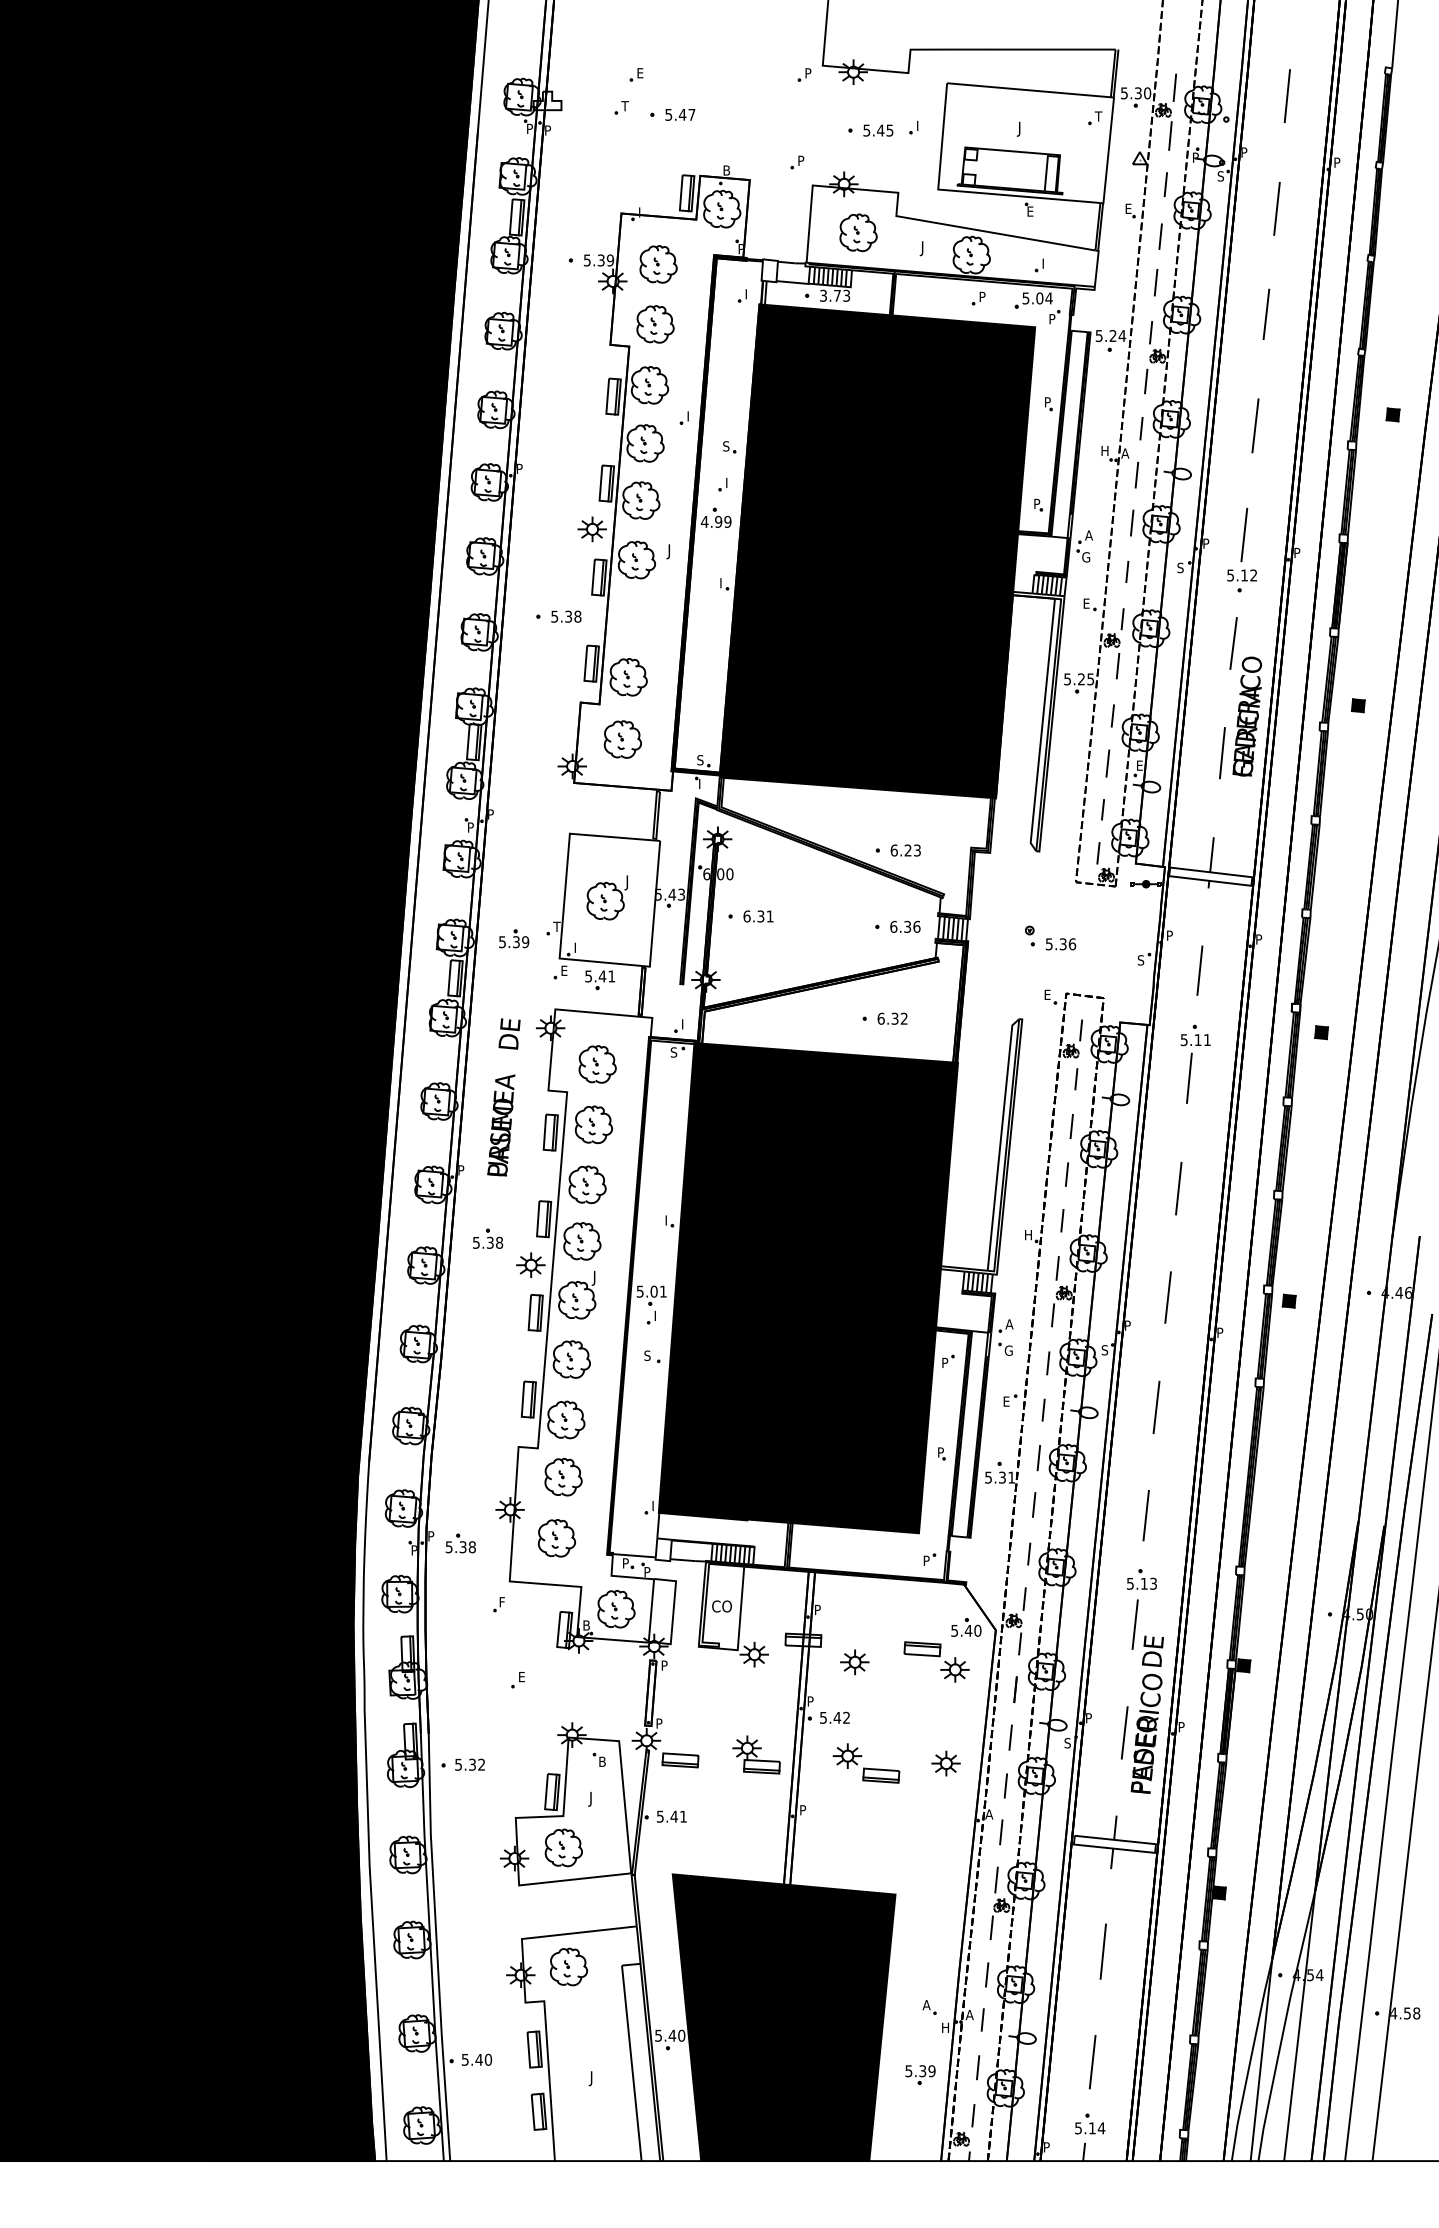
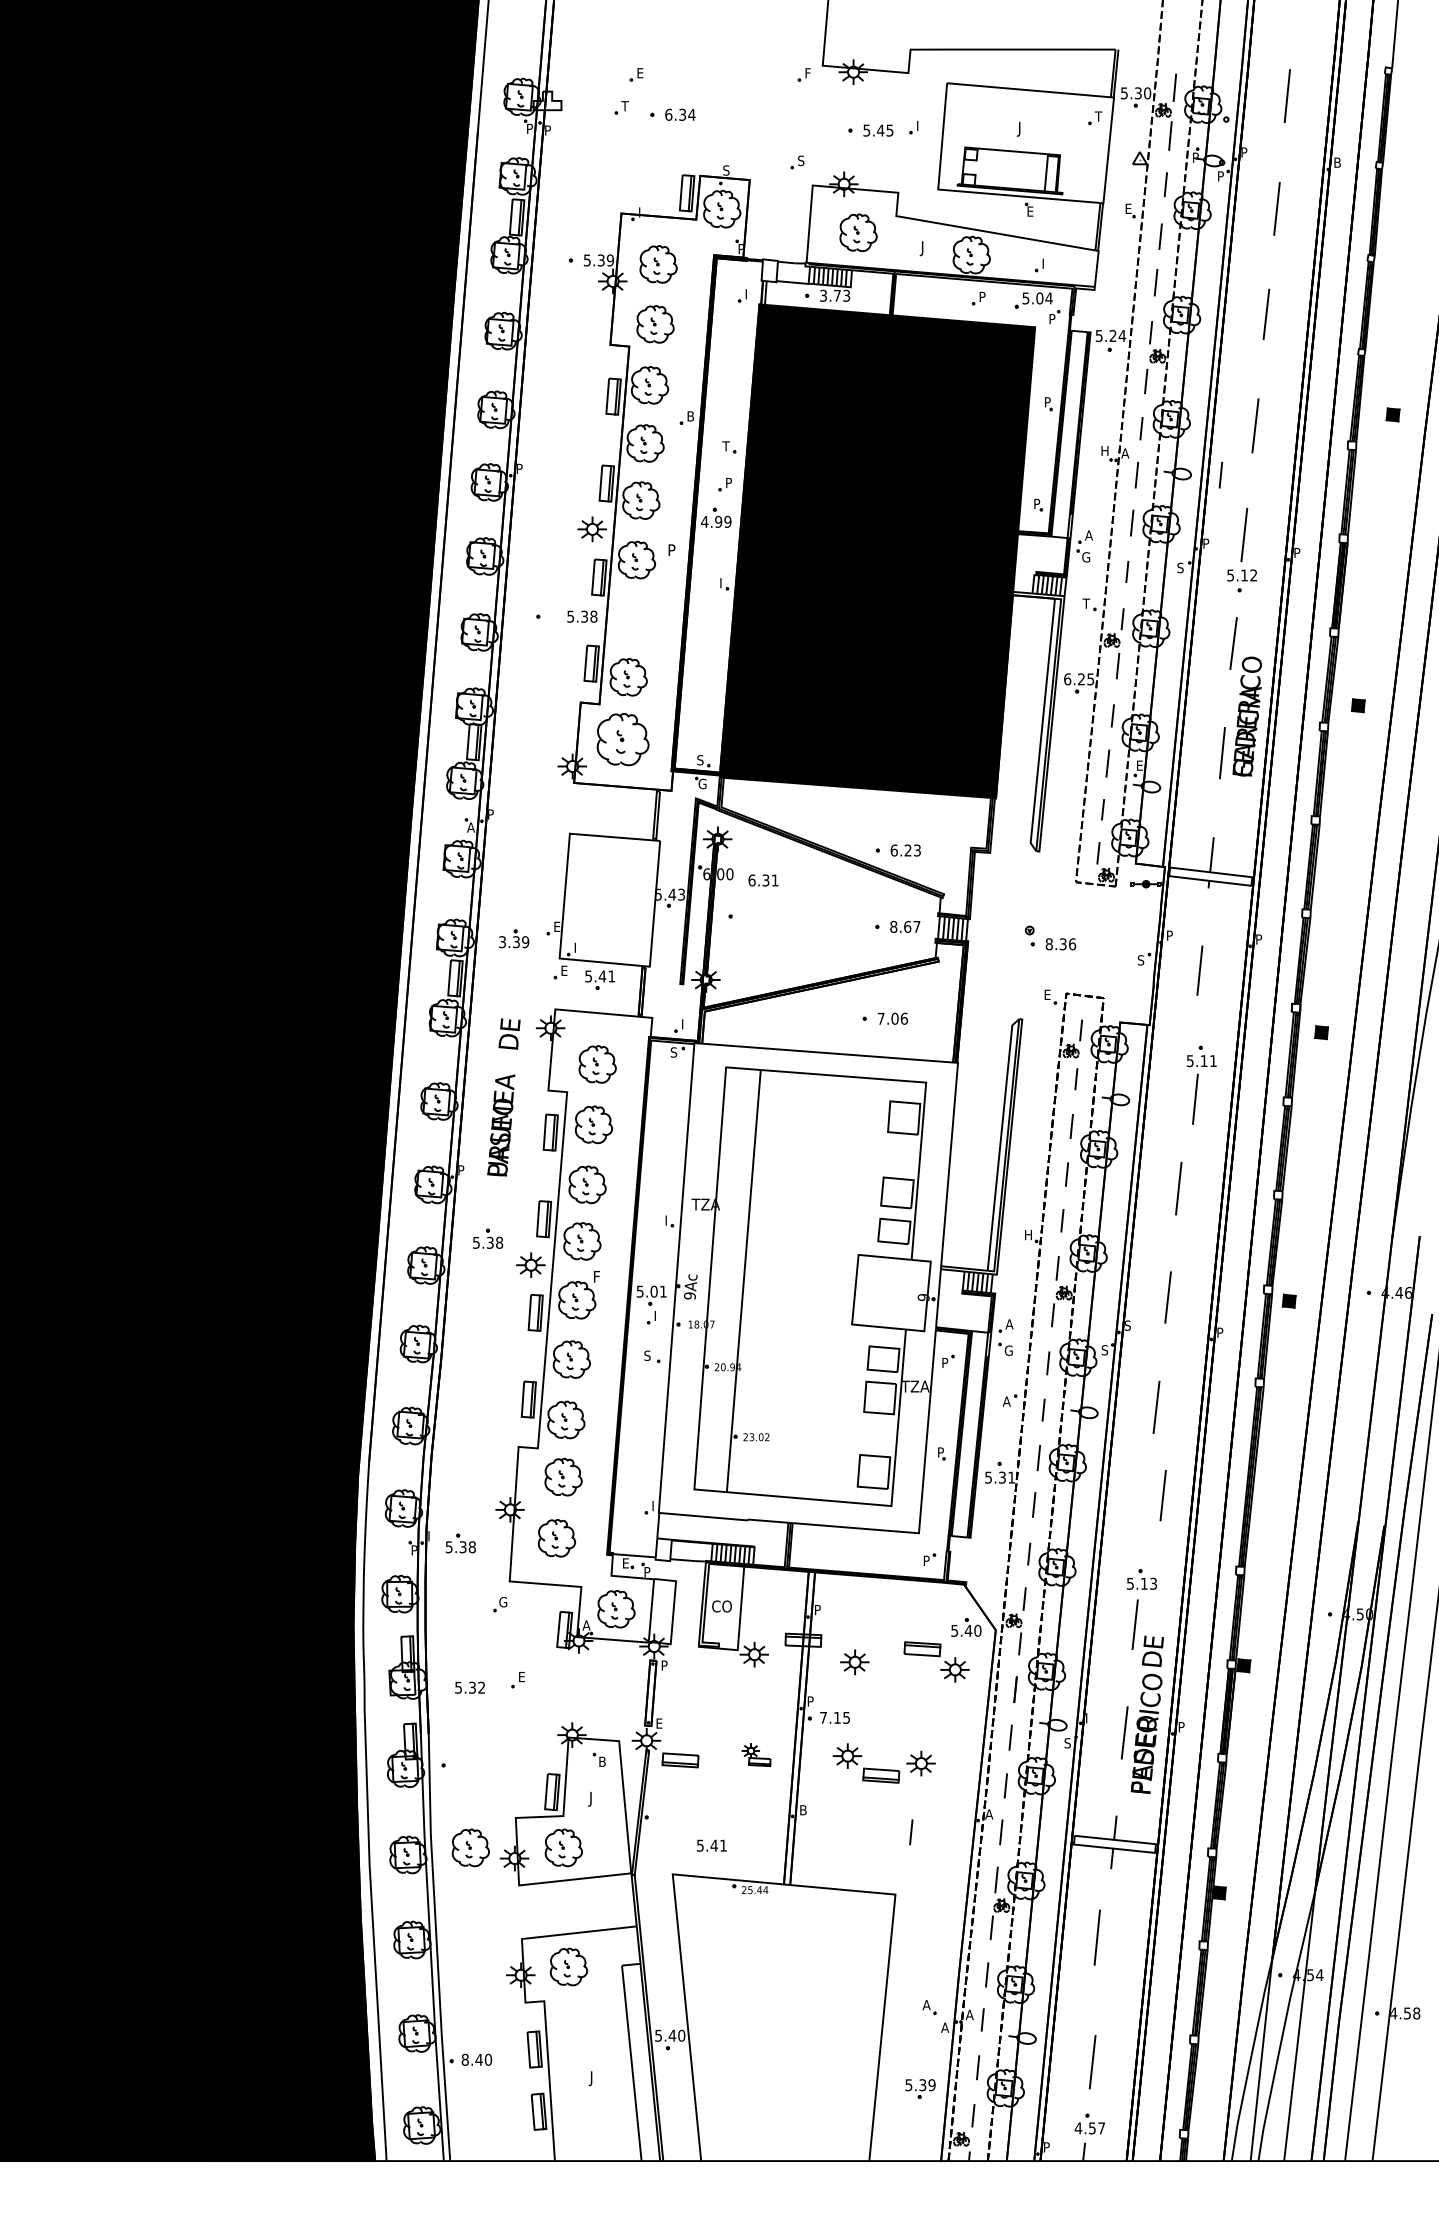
text at (808, 71): P -> F
text at (680, 114): 5.47 -> 6.34
text at (801, 160): P -> S
text at (1337, 162): P -> B
text at (726, 170): B -> S
text at (1220, 176): S -> P
text at (691, 416): I -> B
text at (725, 446): S -> T
line at (1220, 474): none -> present
text at (729, 480): I -> P
text at (670, 551): J -> P
text at (1086, 603): E -> T
text at (566, 616) position: (566, 616) -> (582, 616)
text at (1067, 679): 5.25 -> 6.25
part at (622, 739) size: 39x39 px -> 54x54 px
text at (702, 783): I -> G
text at (470, 827): P -> A
part at (606, 897): present -> none
text at (758, 916) position: (758, 916) -> (763, 880)
text at (556, 926): T -> E
text at (905, 926): 6.36 -> 8.67
text at (502, 941): 5.39 -> 3.39
text at (1048, 944): 5.36 -> 8.36
text at (892, 1018): 6.32 -> 7.06
part at (1195, 1063) position: (1195, 1063) -> (1201, 1084)
text at (595, 1278): J -> F
fill at (808, 1288): present -> none
text at (1127, 1325): P -> S
text at (1006, 1401): E -> A
line at (1145, 1515) position: (1145, 1515) -> (1162, 1495)
text at (431, 1534): P -> I
text at (626, 1563): P -> E
text at (503, 1602): F -> G
text at (586, 1625): B -> A
text at (1089, 1716): P -> I
text at (834, 1717): 5.42 -> 7.15
text at (659, 1723): P -> E
part at (756, 1754) size: 49x40 px -> 31x25 px
part at (945, 1763) position: (945, 1763) -> (920, 1763)
text at (469, 1764) position: (469, 1764) -> (469, 1687)
text at (803, 1810): P -> B
text at (671, 1816) position: (671, 1816) -> (711, 1845)
line at (911, 1832): none -> present
part at (470, 1847): none -> present
line at (1102, 1951) position: (1102, 1951) -> (1096, 1937)
fill at (783, 2017): present -> none
text at (945, 2027): H -> A
text at (464, 2059): 5.40 -> 8.40
part at (920, 2074) position: (920, 2074) -> (920, 2088)
text at (1089, 2128): 5.14 -> 4.57
